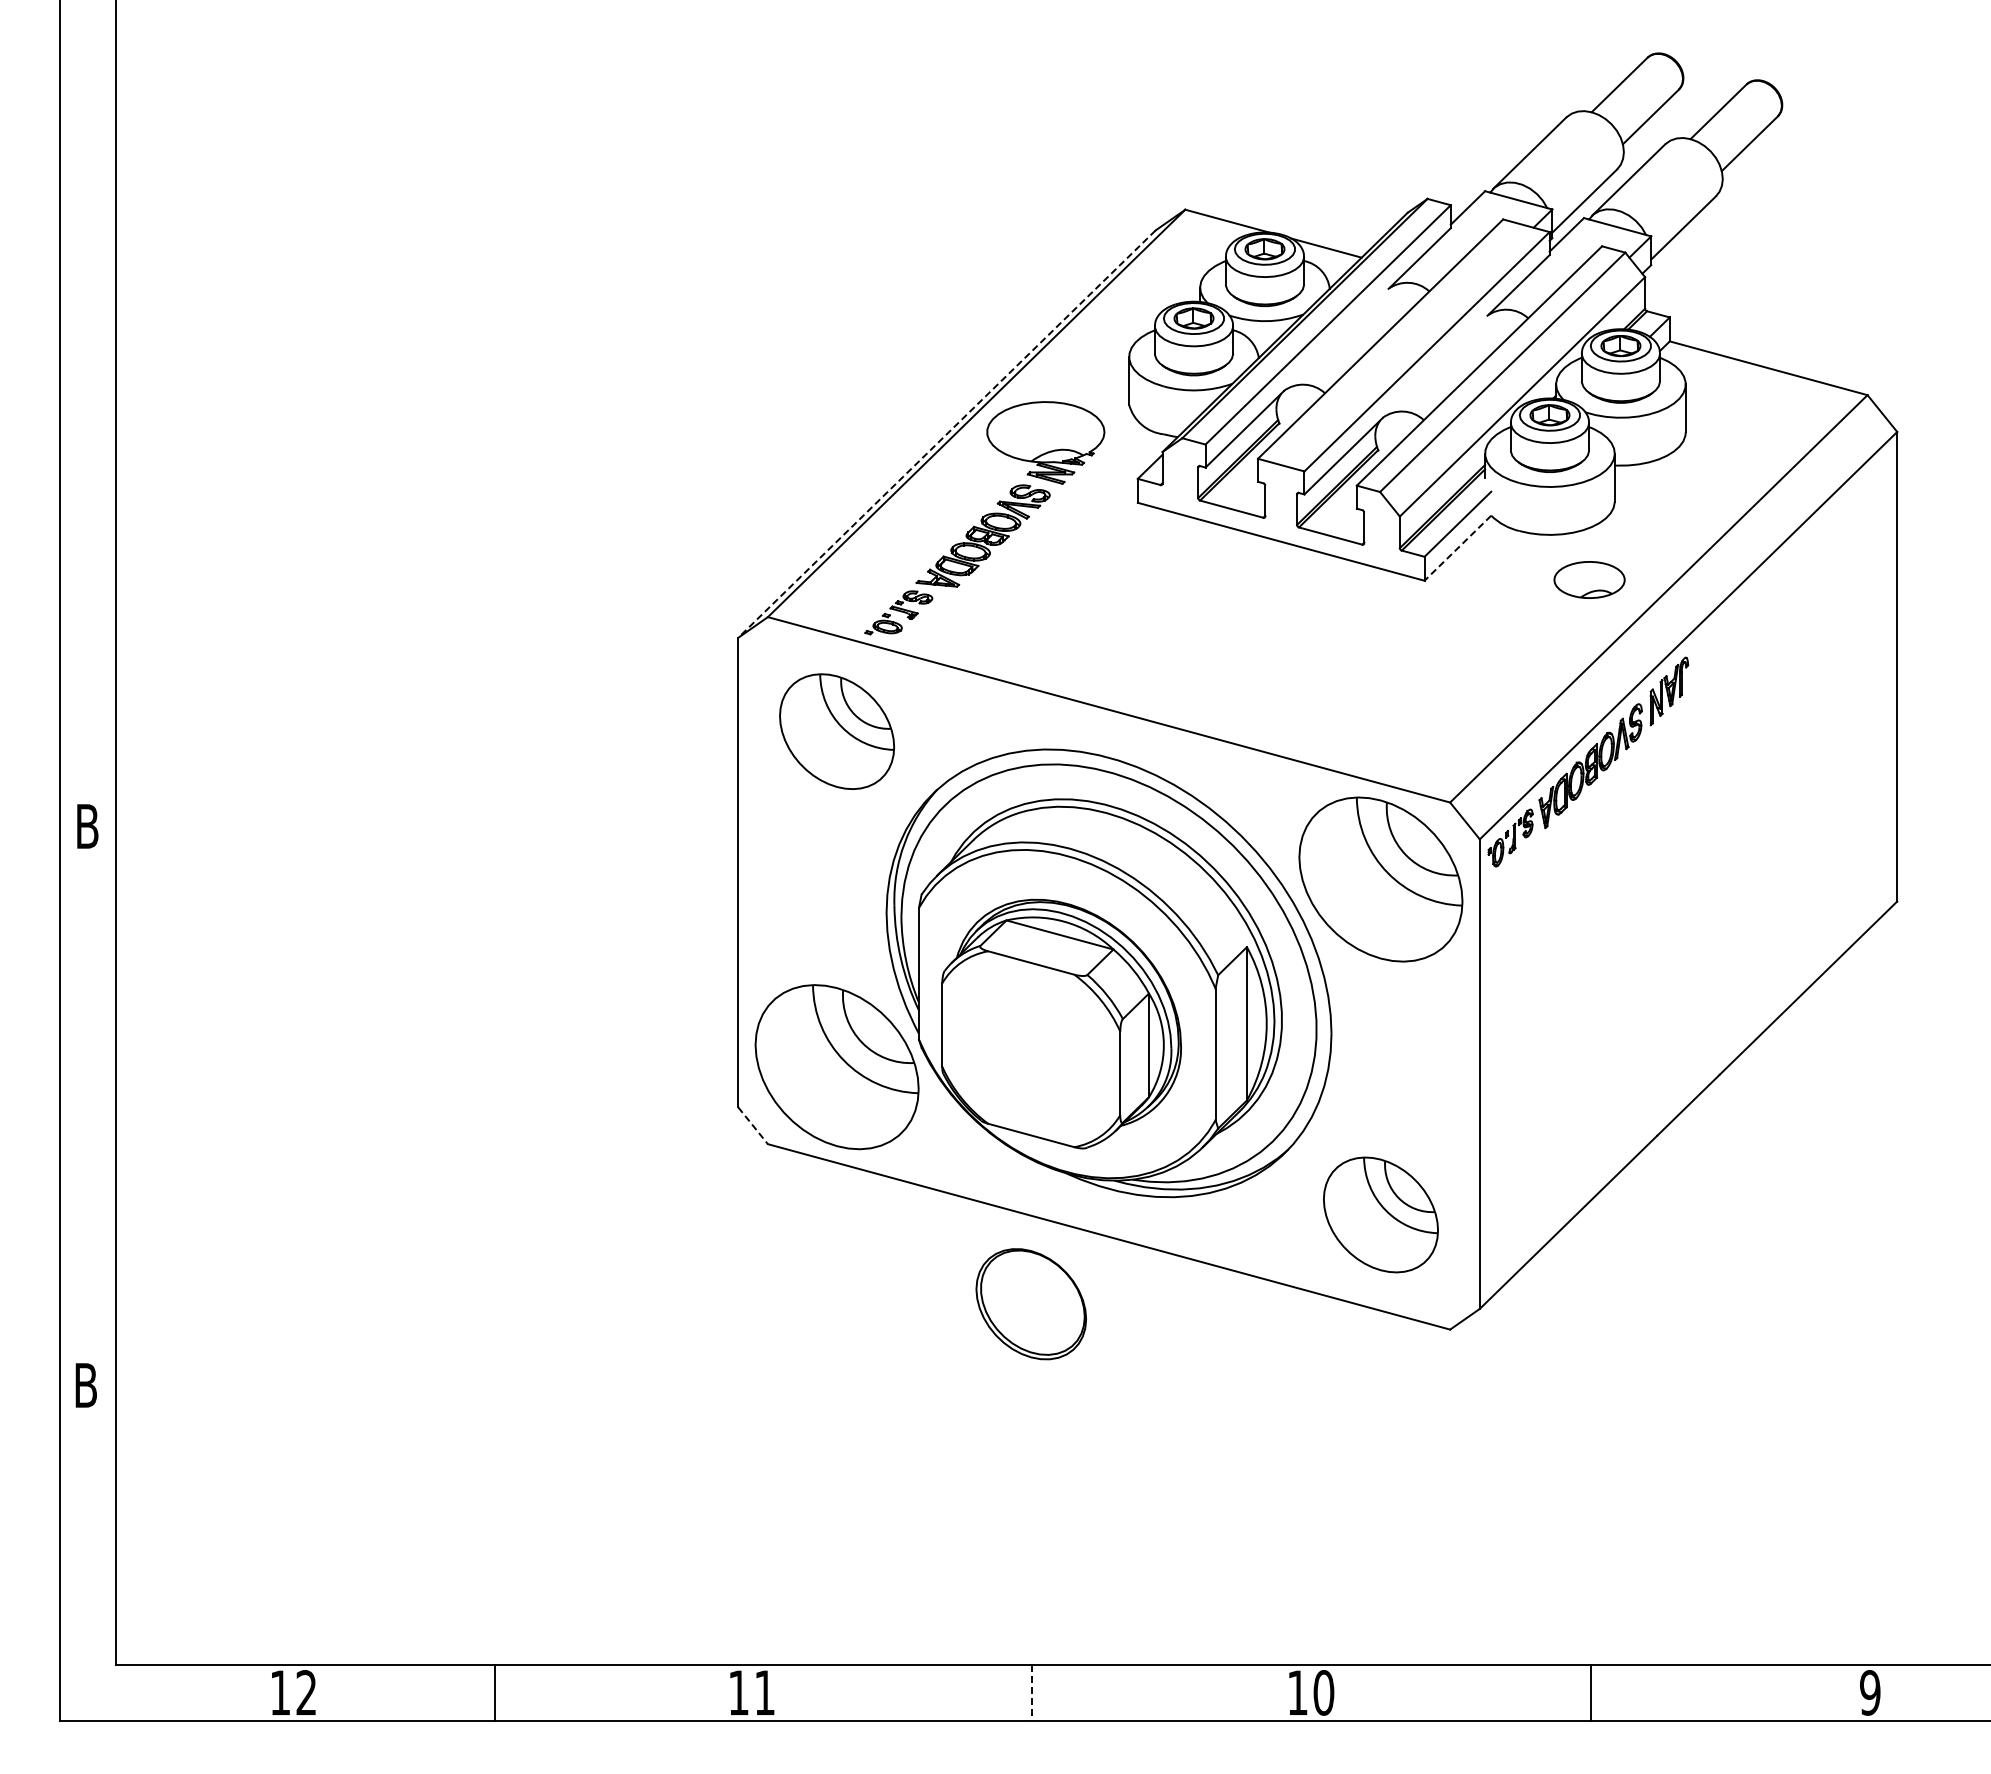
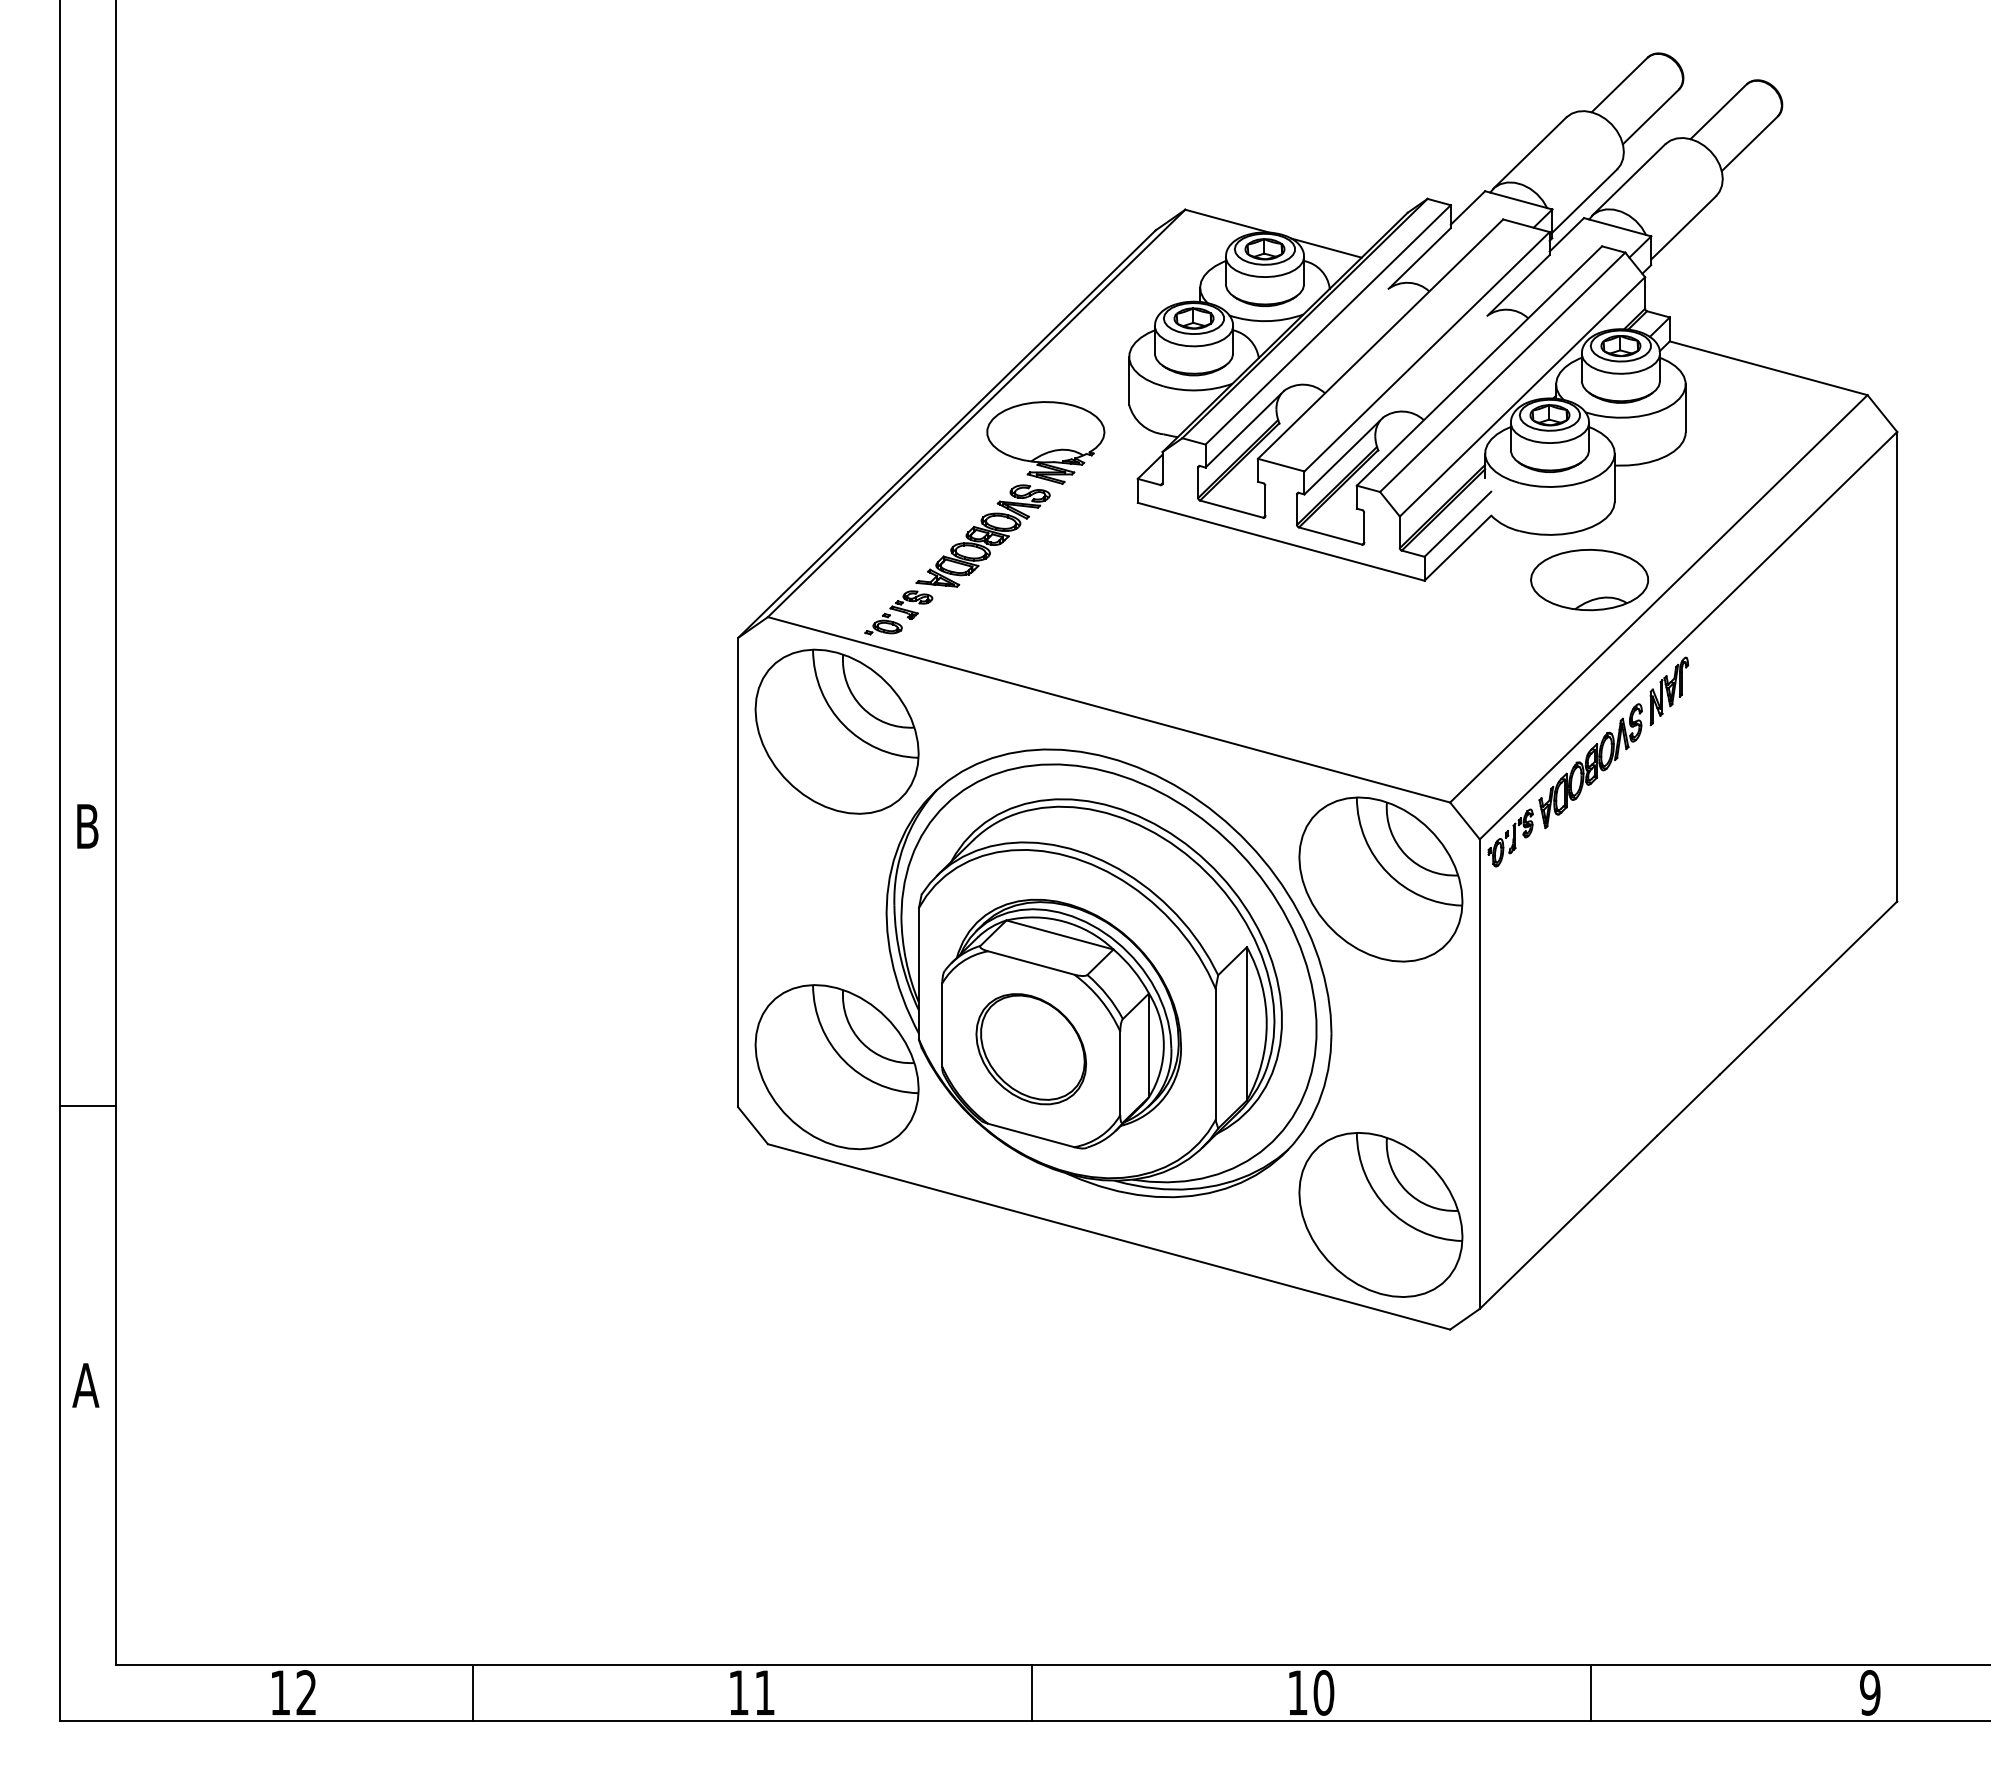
line at (946, 434): dashed -> solid
line at (1457, 548): dashed -> solid
part at (1589, 579) size: 73x38 px -> 119x64 px
part at (837, 731) size: 117x117 px -> 166x167 px
line at (87, 1105): none -> present
line at (753, 1125): dashed -> solid
part at (1380, 1214) size: 116x118 px -> 166x166 px
part at (1030, 1304) position: (1030, 1304) -> (1030, 1049)
text at (85, 1385): B -> A
line at (495, 1692) position: (495, 1692) -> (473, 1692)
line at (1032, 1692): dashed -> solid
